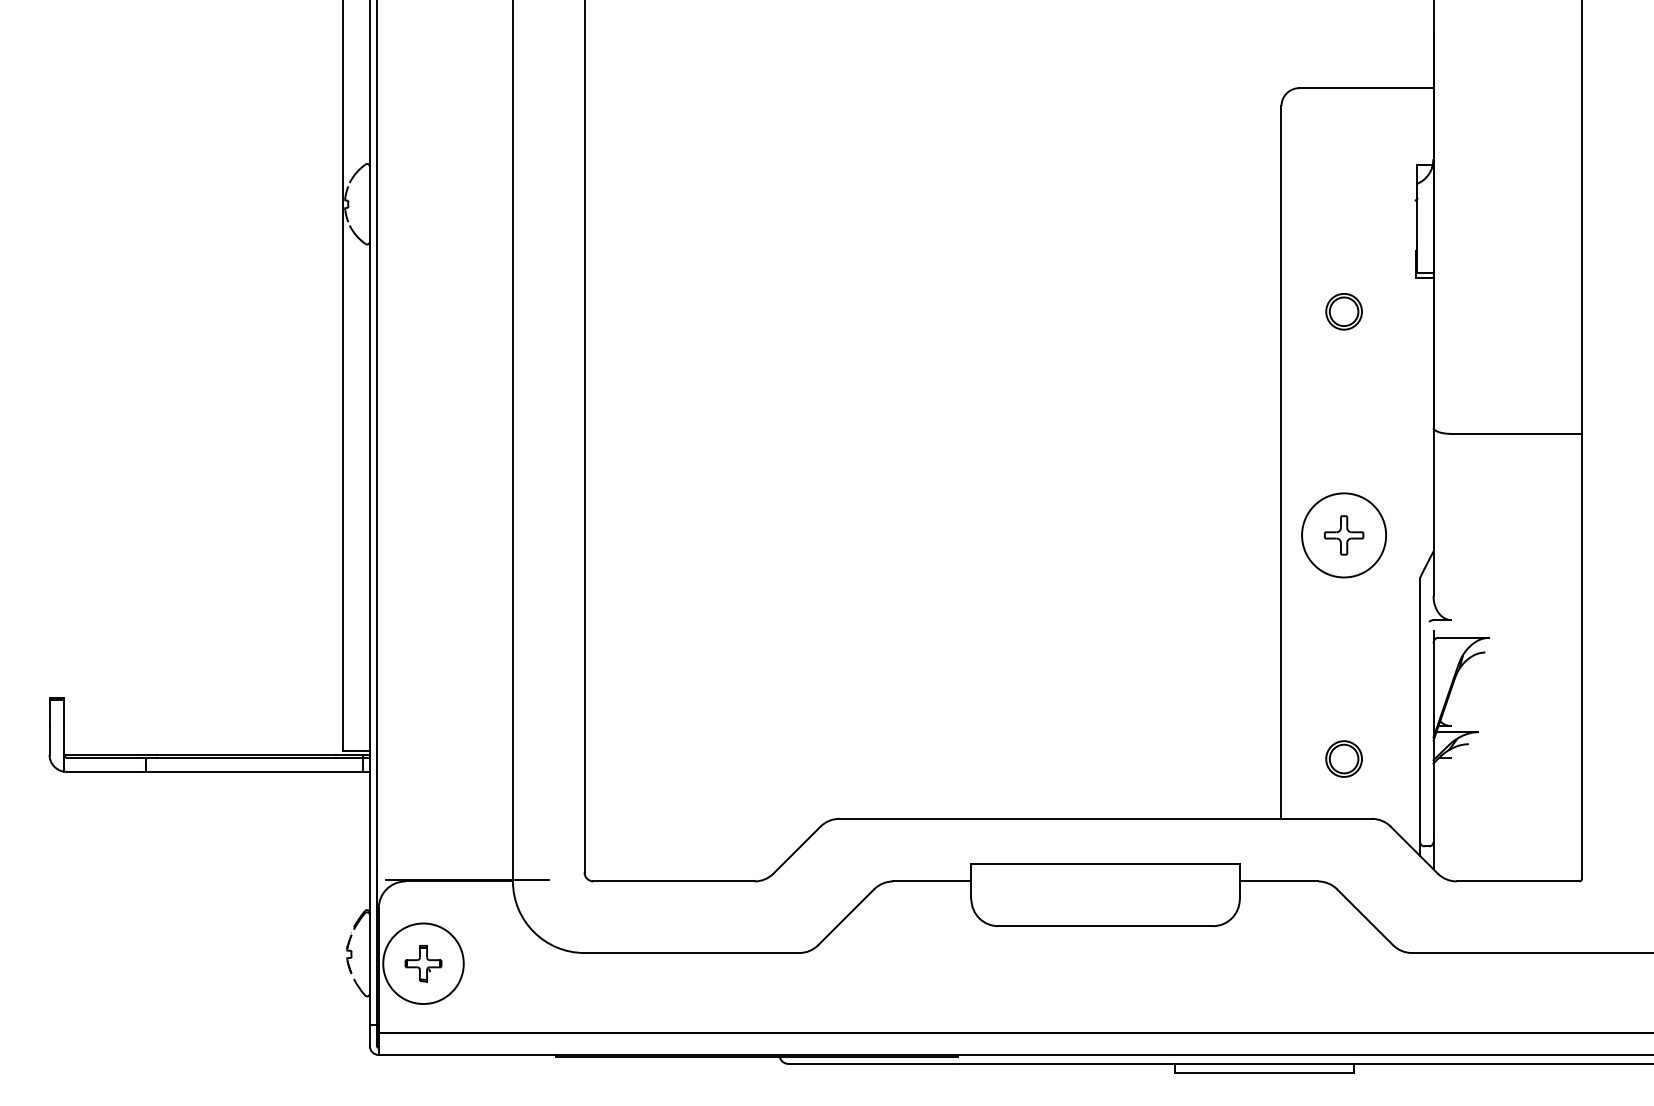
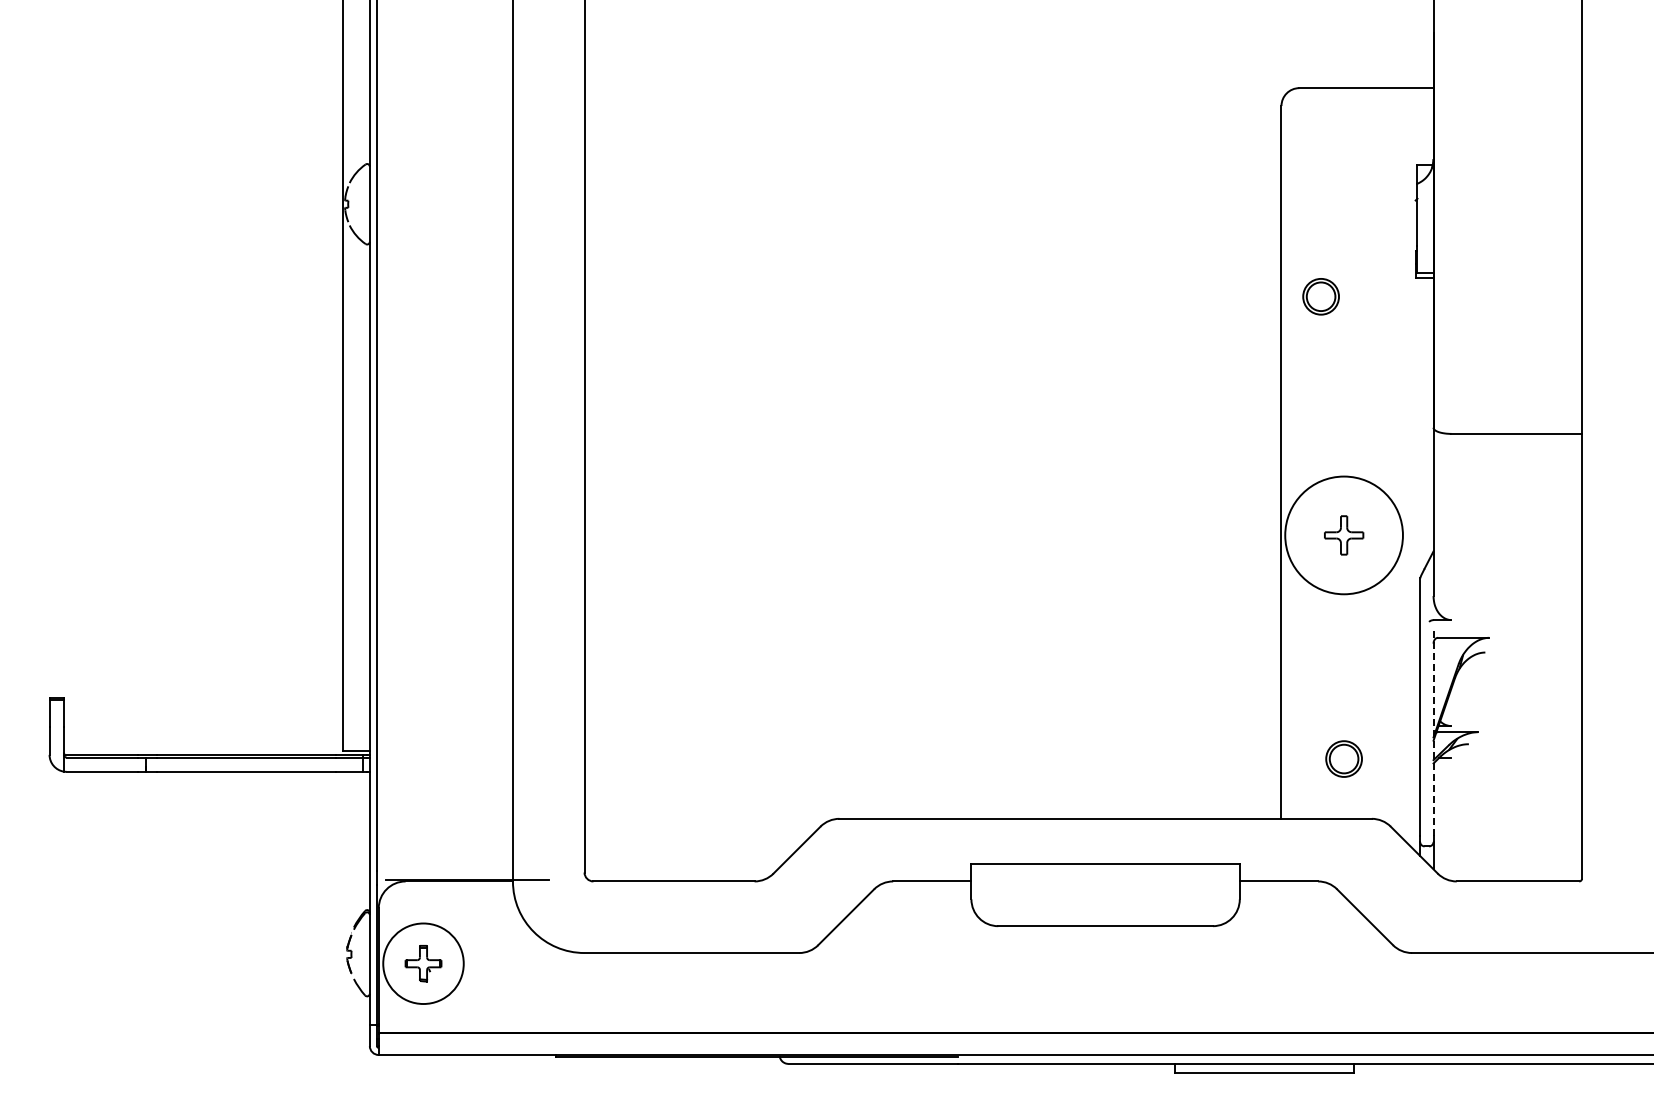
part at (1343, 311) position: (1343, 311) -> (1320, 296)
circle at (1344, 535) diameter: 84 px -> 118 px
line at (1433, 733): solid -> dashed
